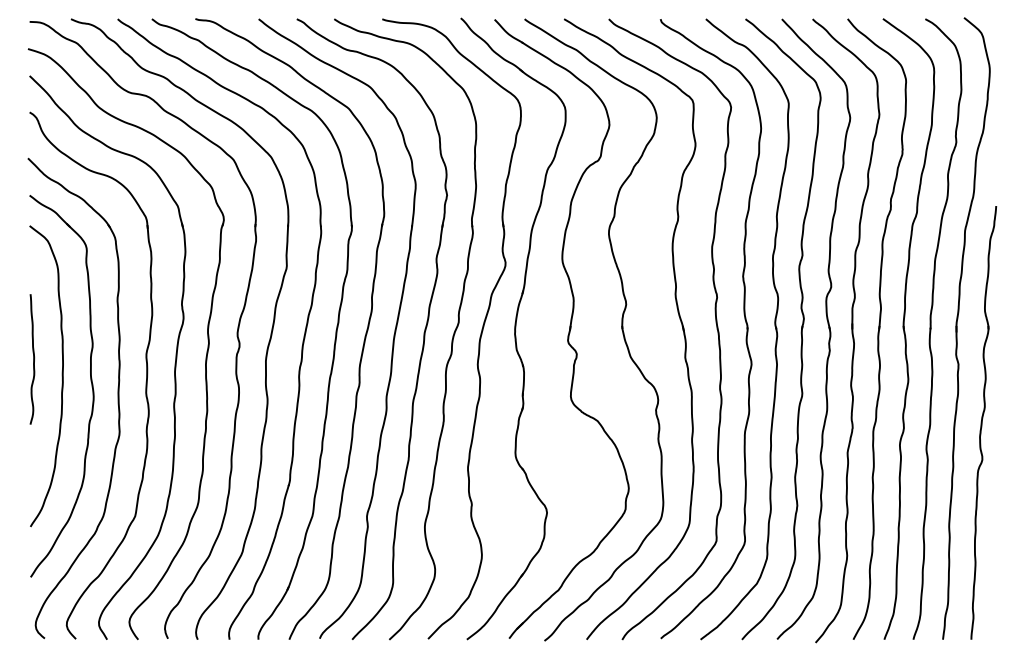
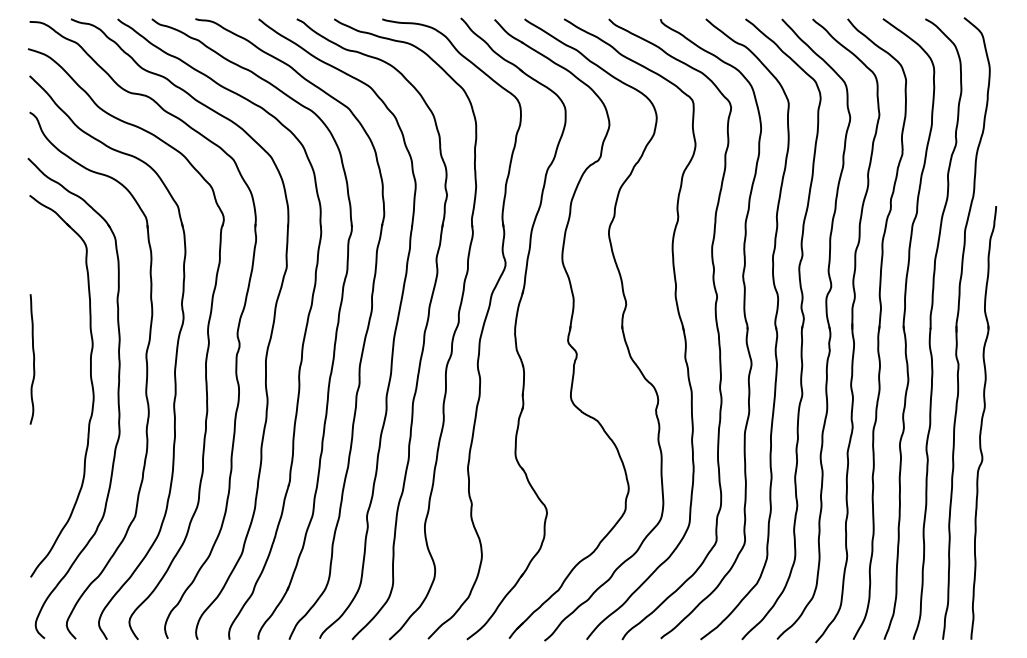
curve at (61, 376): present -> none
